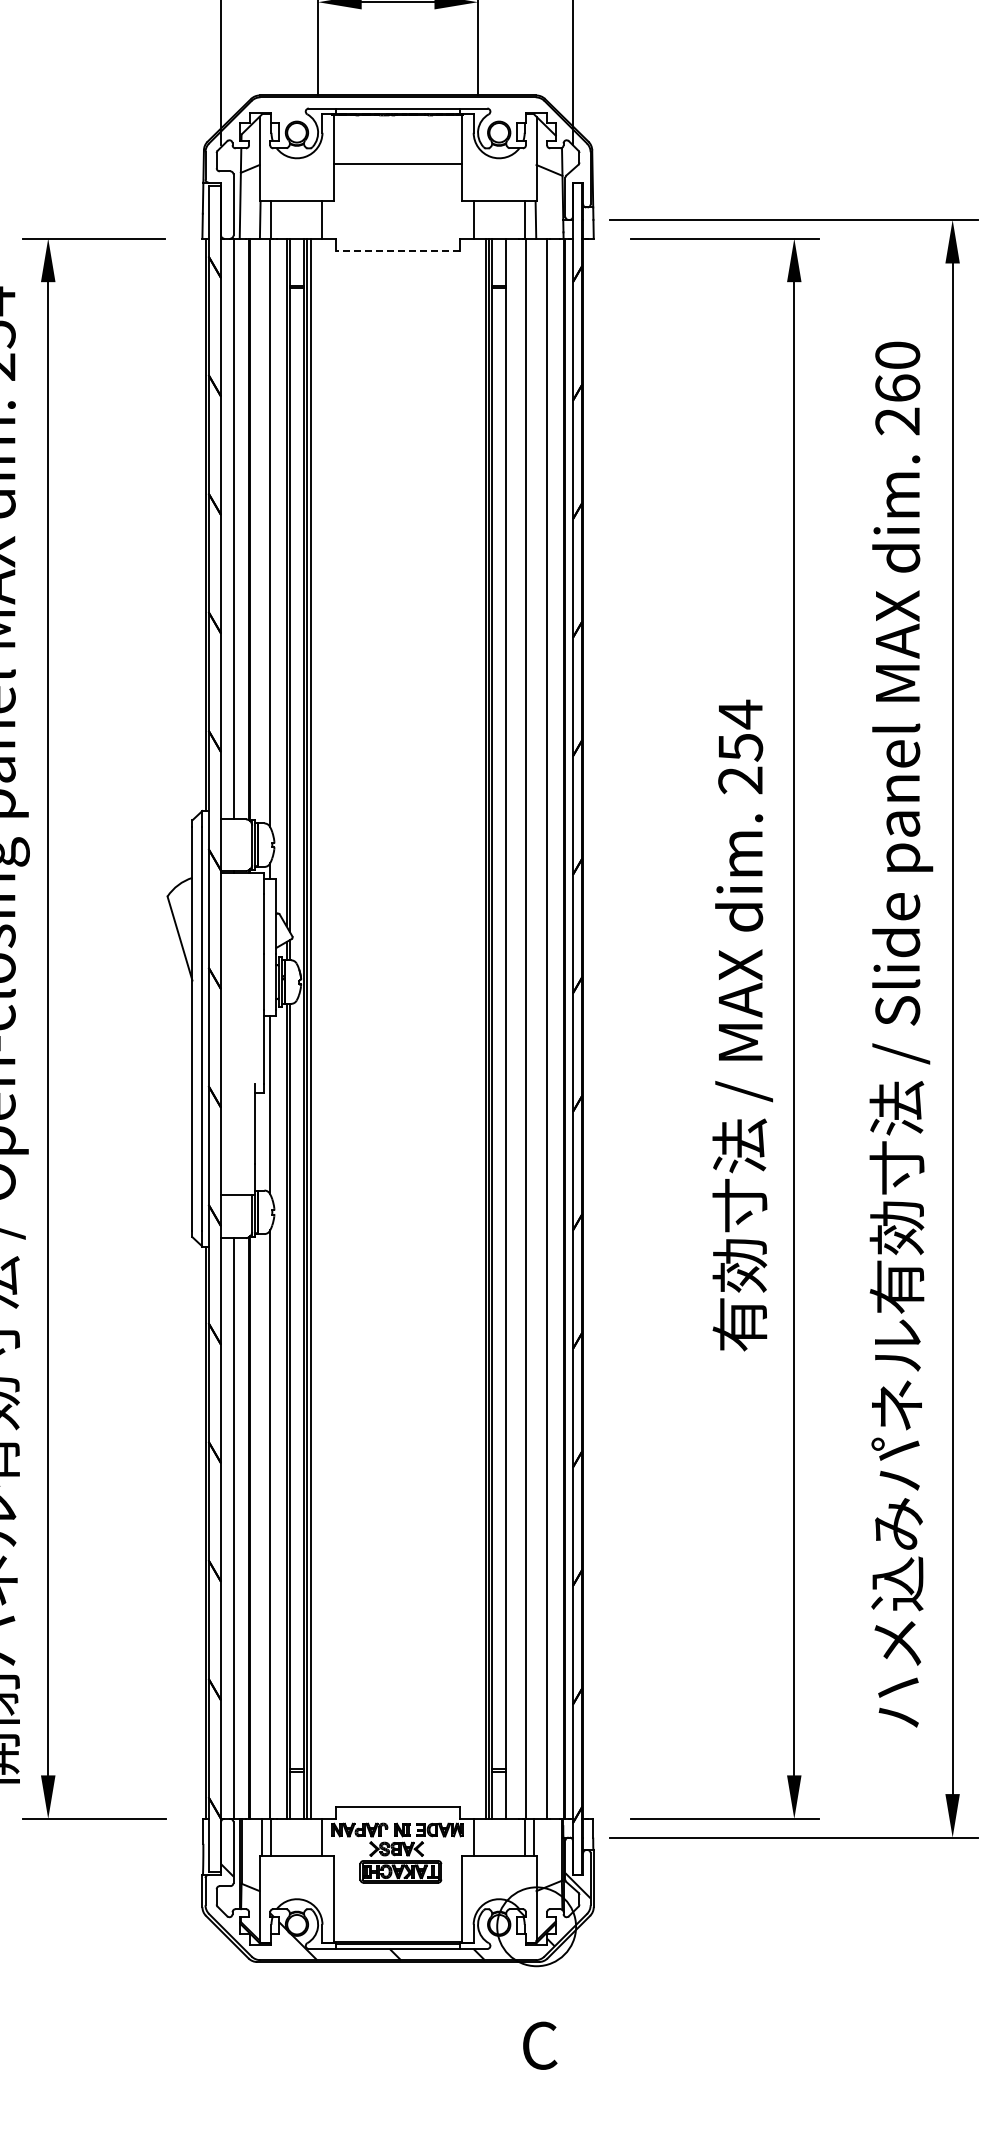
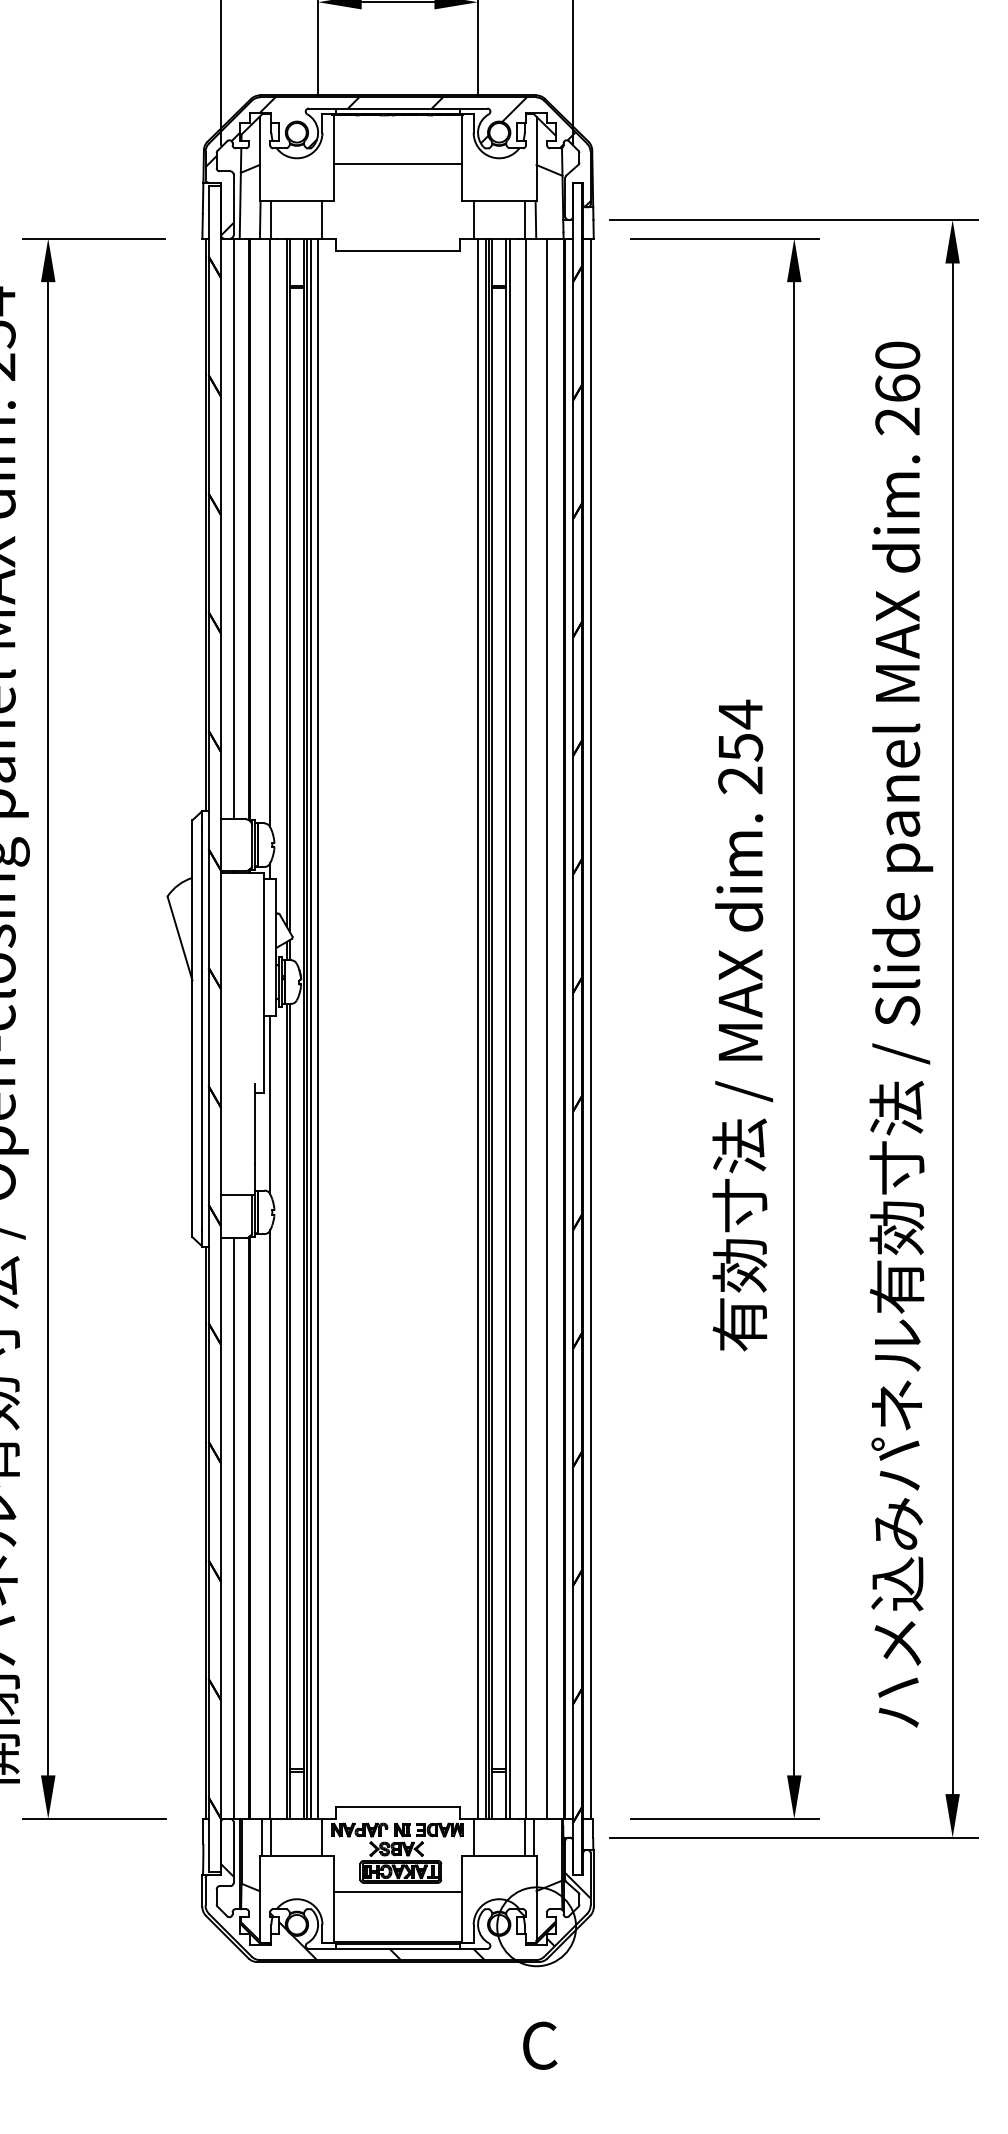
hatch at (397, 166): none -> present
line at (397, 251): dashed -> solid
line at (318, 1028): none -> present
line at (478, 1028): none -> present
line at (509, 1028): none -> present
line at (590, 1028): none -> present
line at (397, 1892): none -> present
